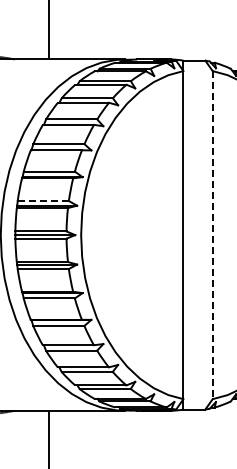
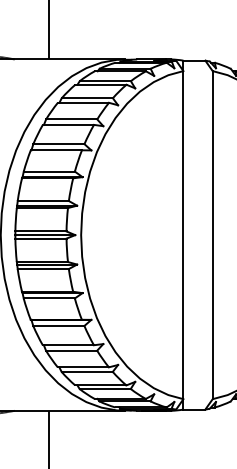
line at (43, 201): dashed -> solid
line at (212, 235): dashed -> solid
